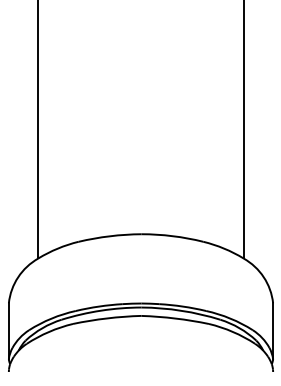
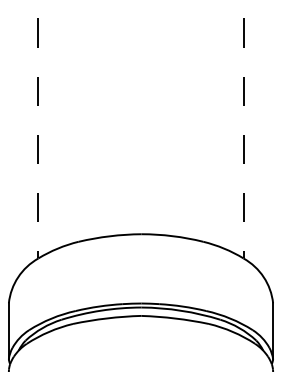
line at (38, 129): solid -> dashed
line at (243, 129): solid -> dashed
